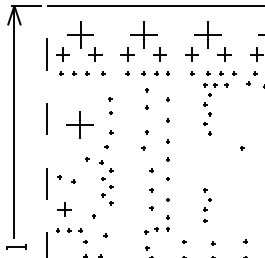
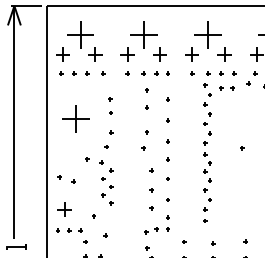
part at (220, 85) position: (220, 85) -> (226, 88)
part at (79, 124) position: (79, 124) -> (75, 118)
line at (46, 132): dashed -> solid
part at (207, 161): none -> present
